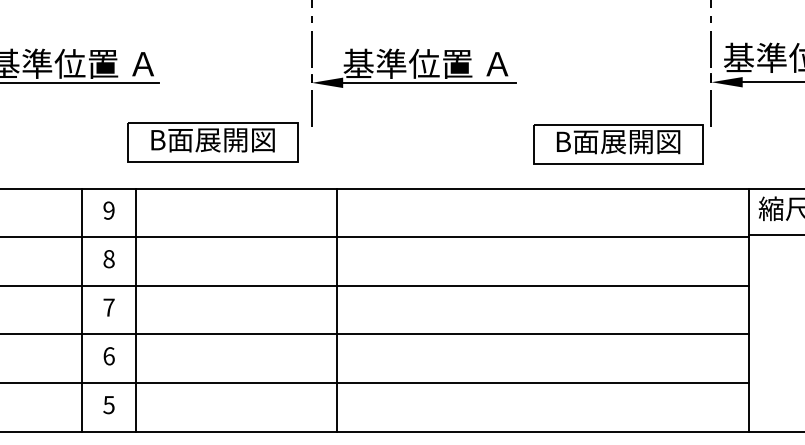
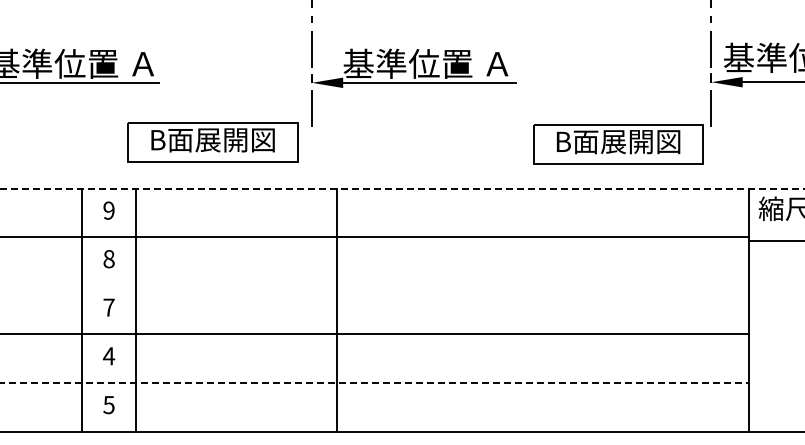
line at (402, 188): solid -> dashed
line at (775, 234) position: (775, 234) -> (775, 240)
line at (375, 285): present -> none
text at (108, 356): 6 -> 4
line at (375, 383): solid -> dashed
